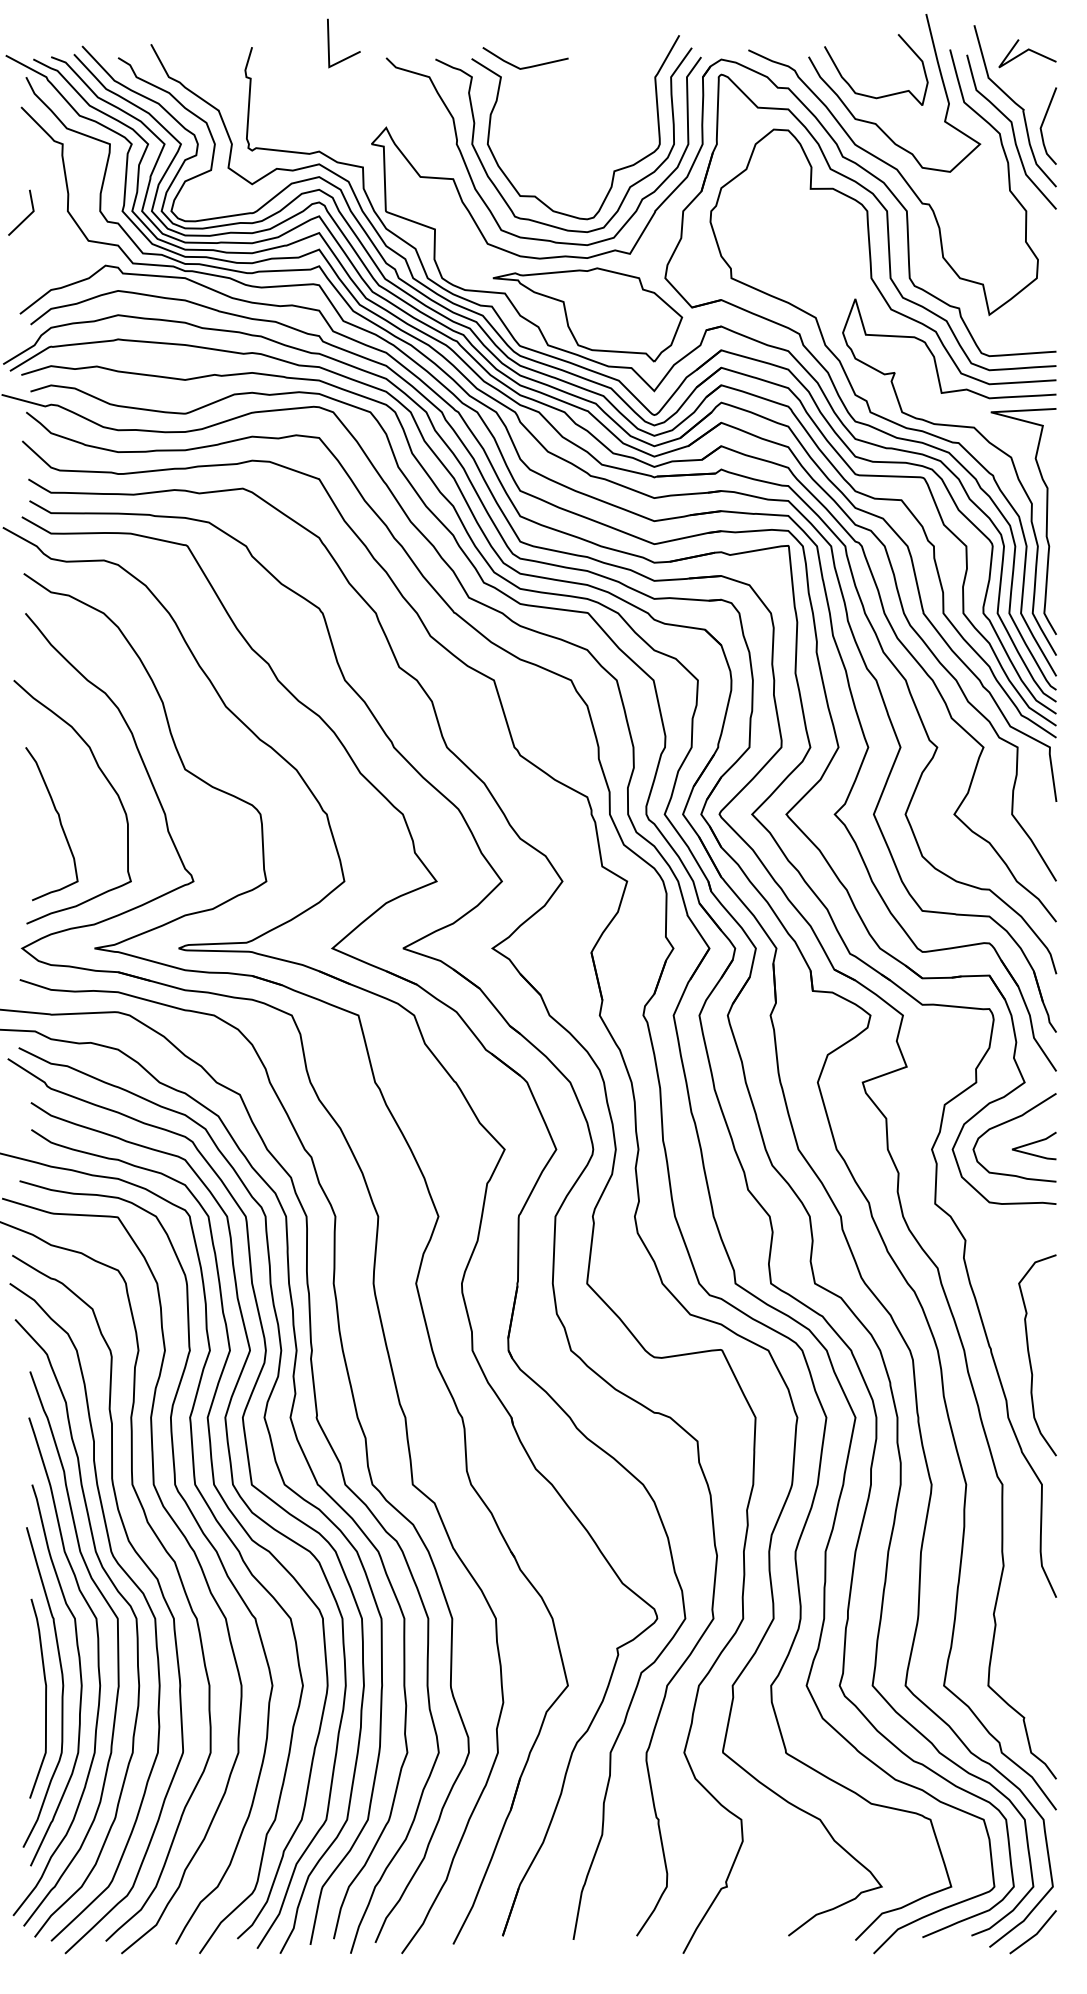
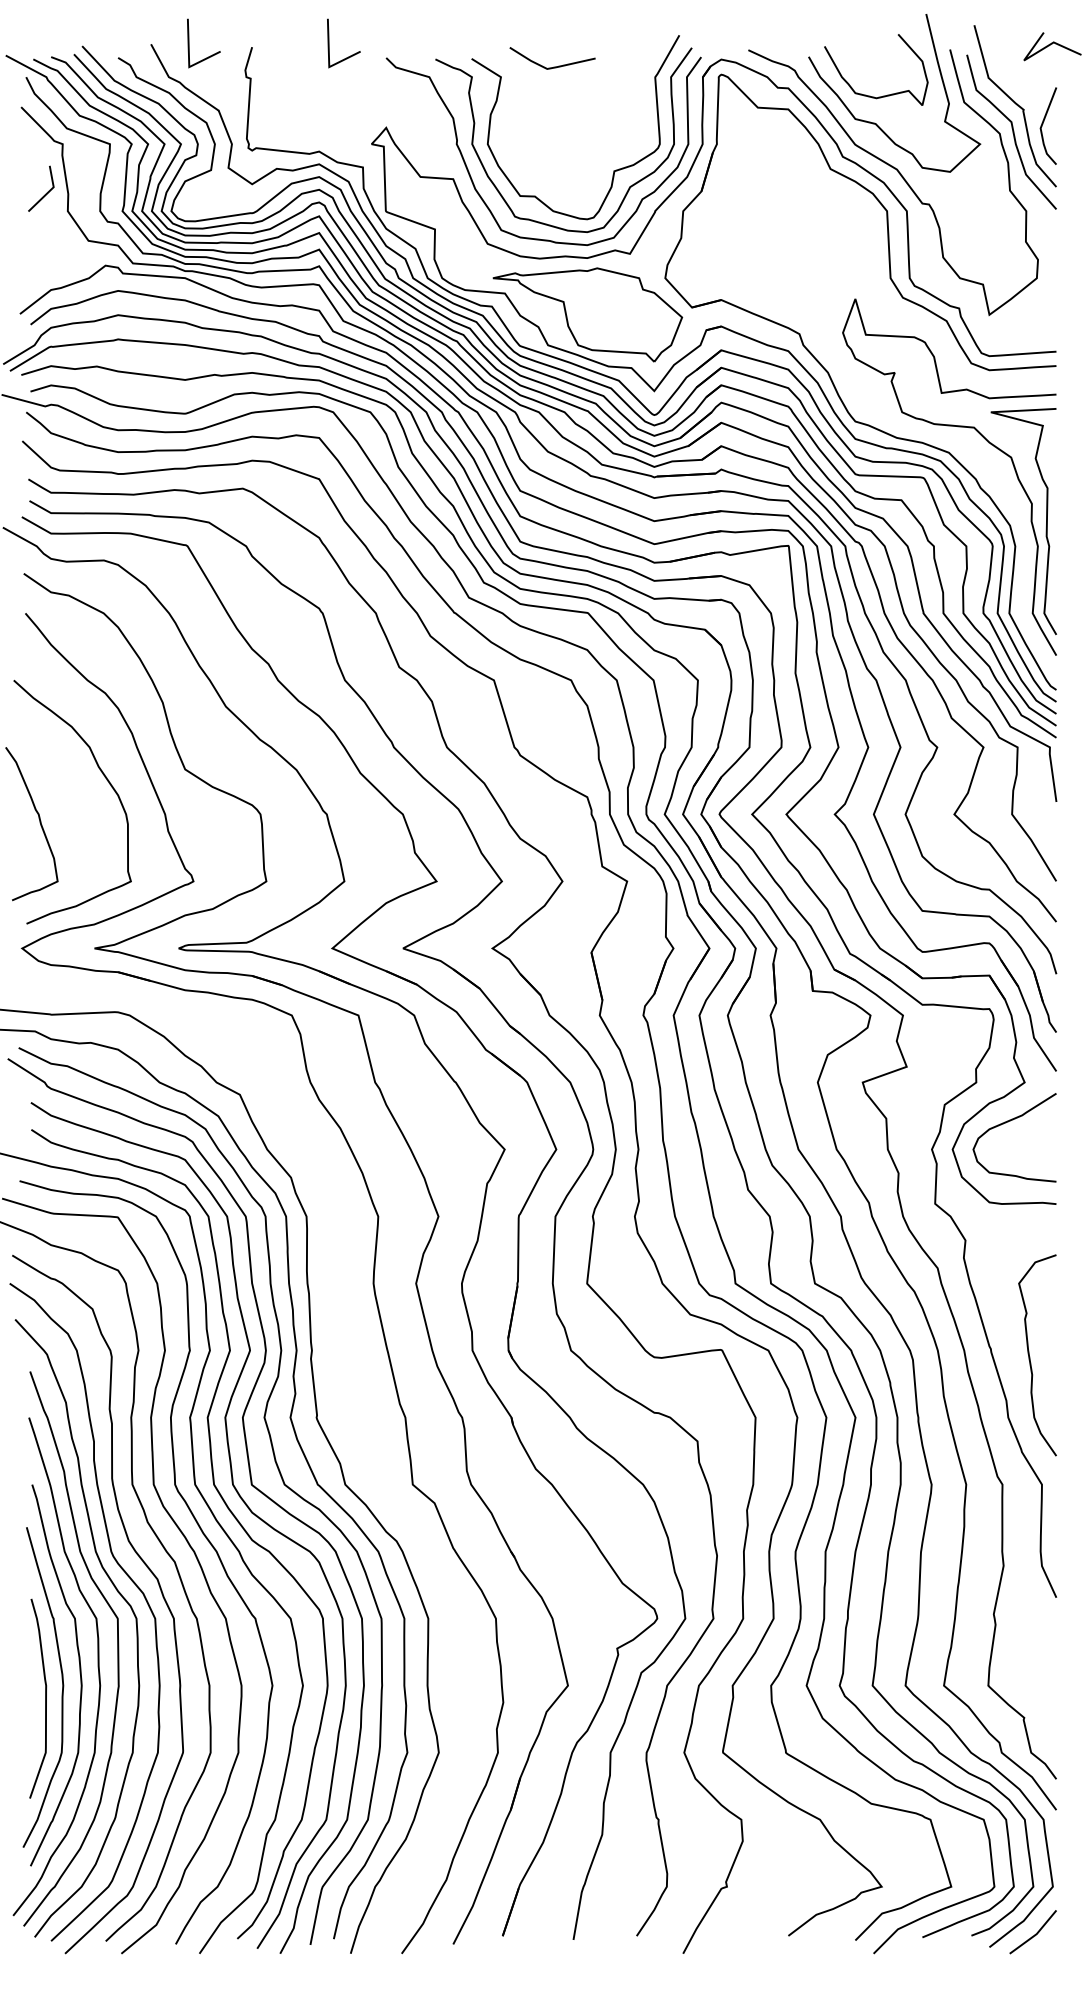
line at (1027, 51) position: (1027, 51) -> (1052, 44)
line at (210, 55): none -> present
line at (526, 66) position: (526, 66) -> (553, 66)
line at (26, 216) position: (26, 216) -> (46, 192)
curve at (876, 413): present -> none
curve at (59, 822) position: (59, 822) -> (39, 822)
line at (1032, 1144): present -> none
curve at (358, 1423): present -> none
